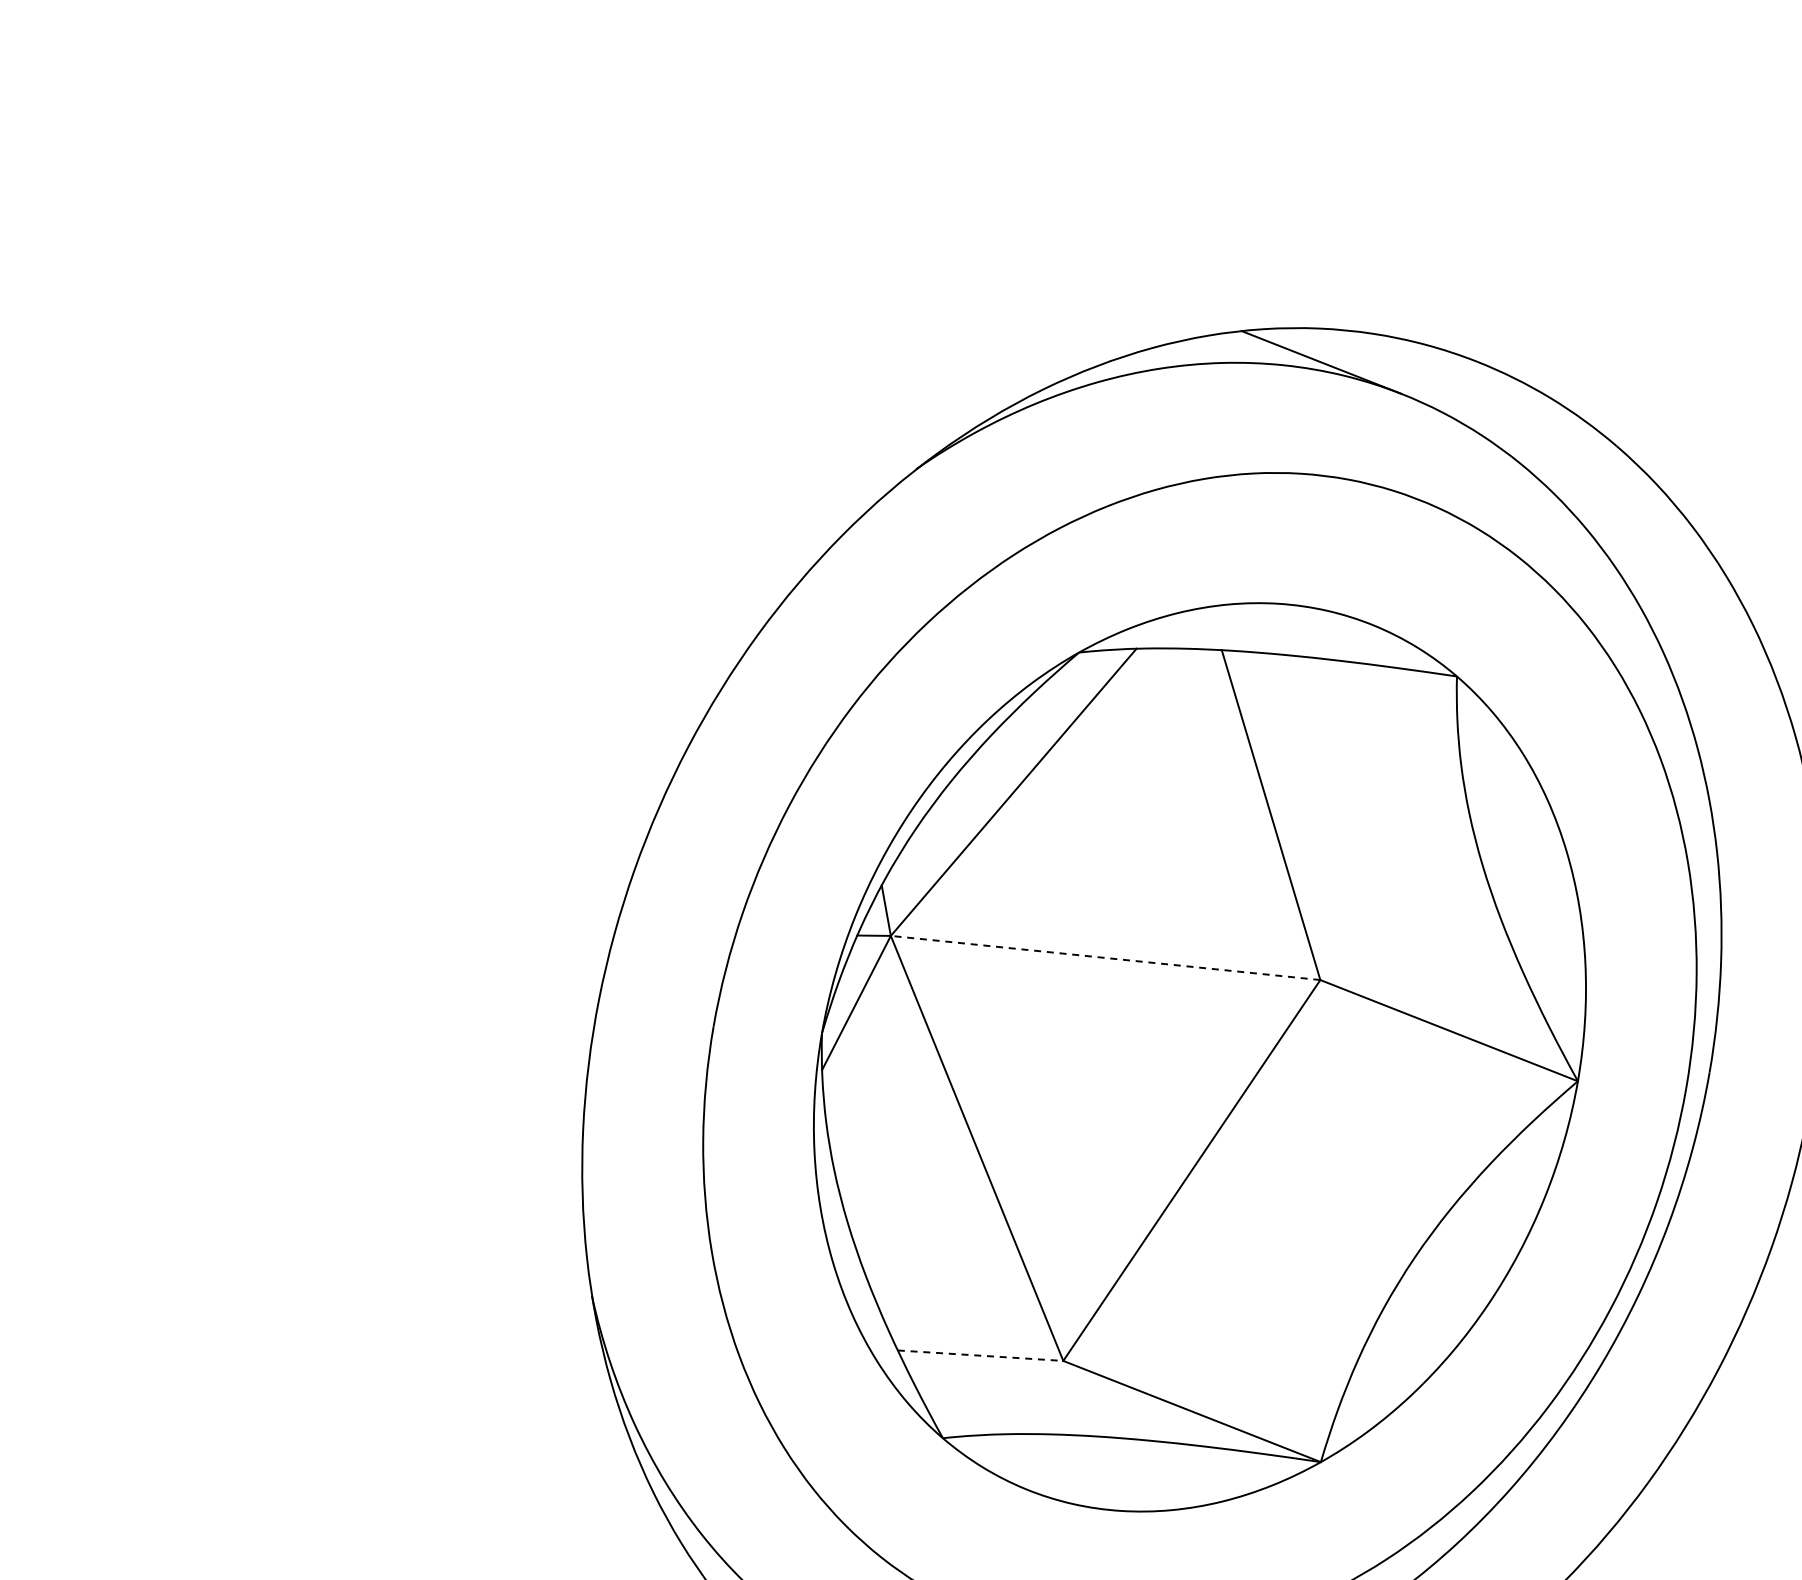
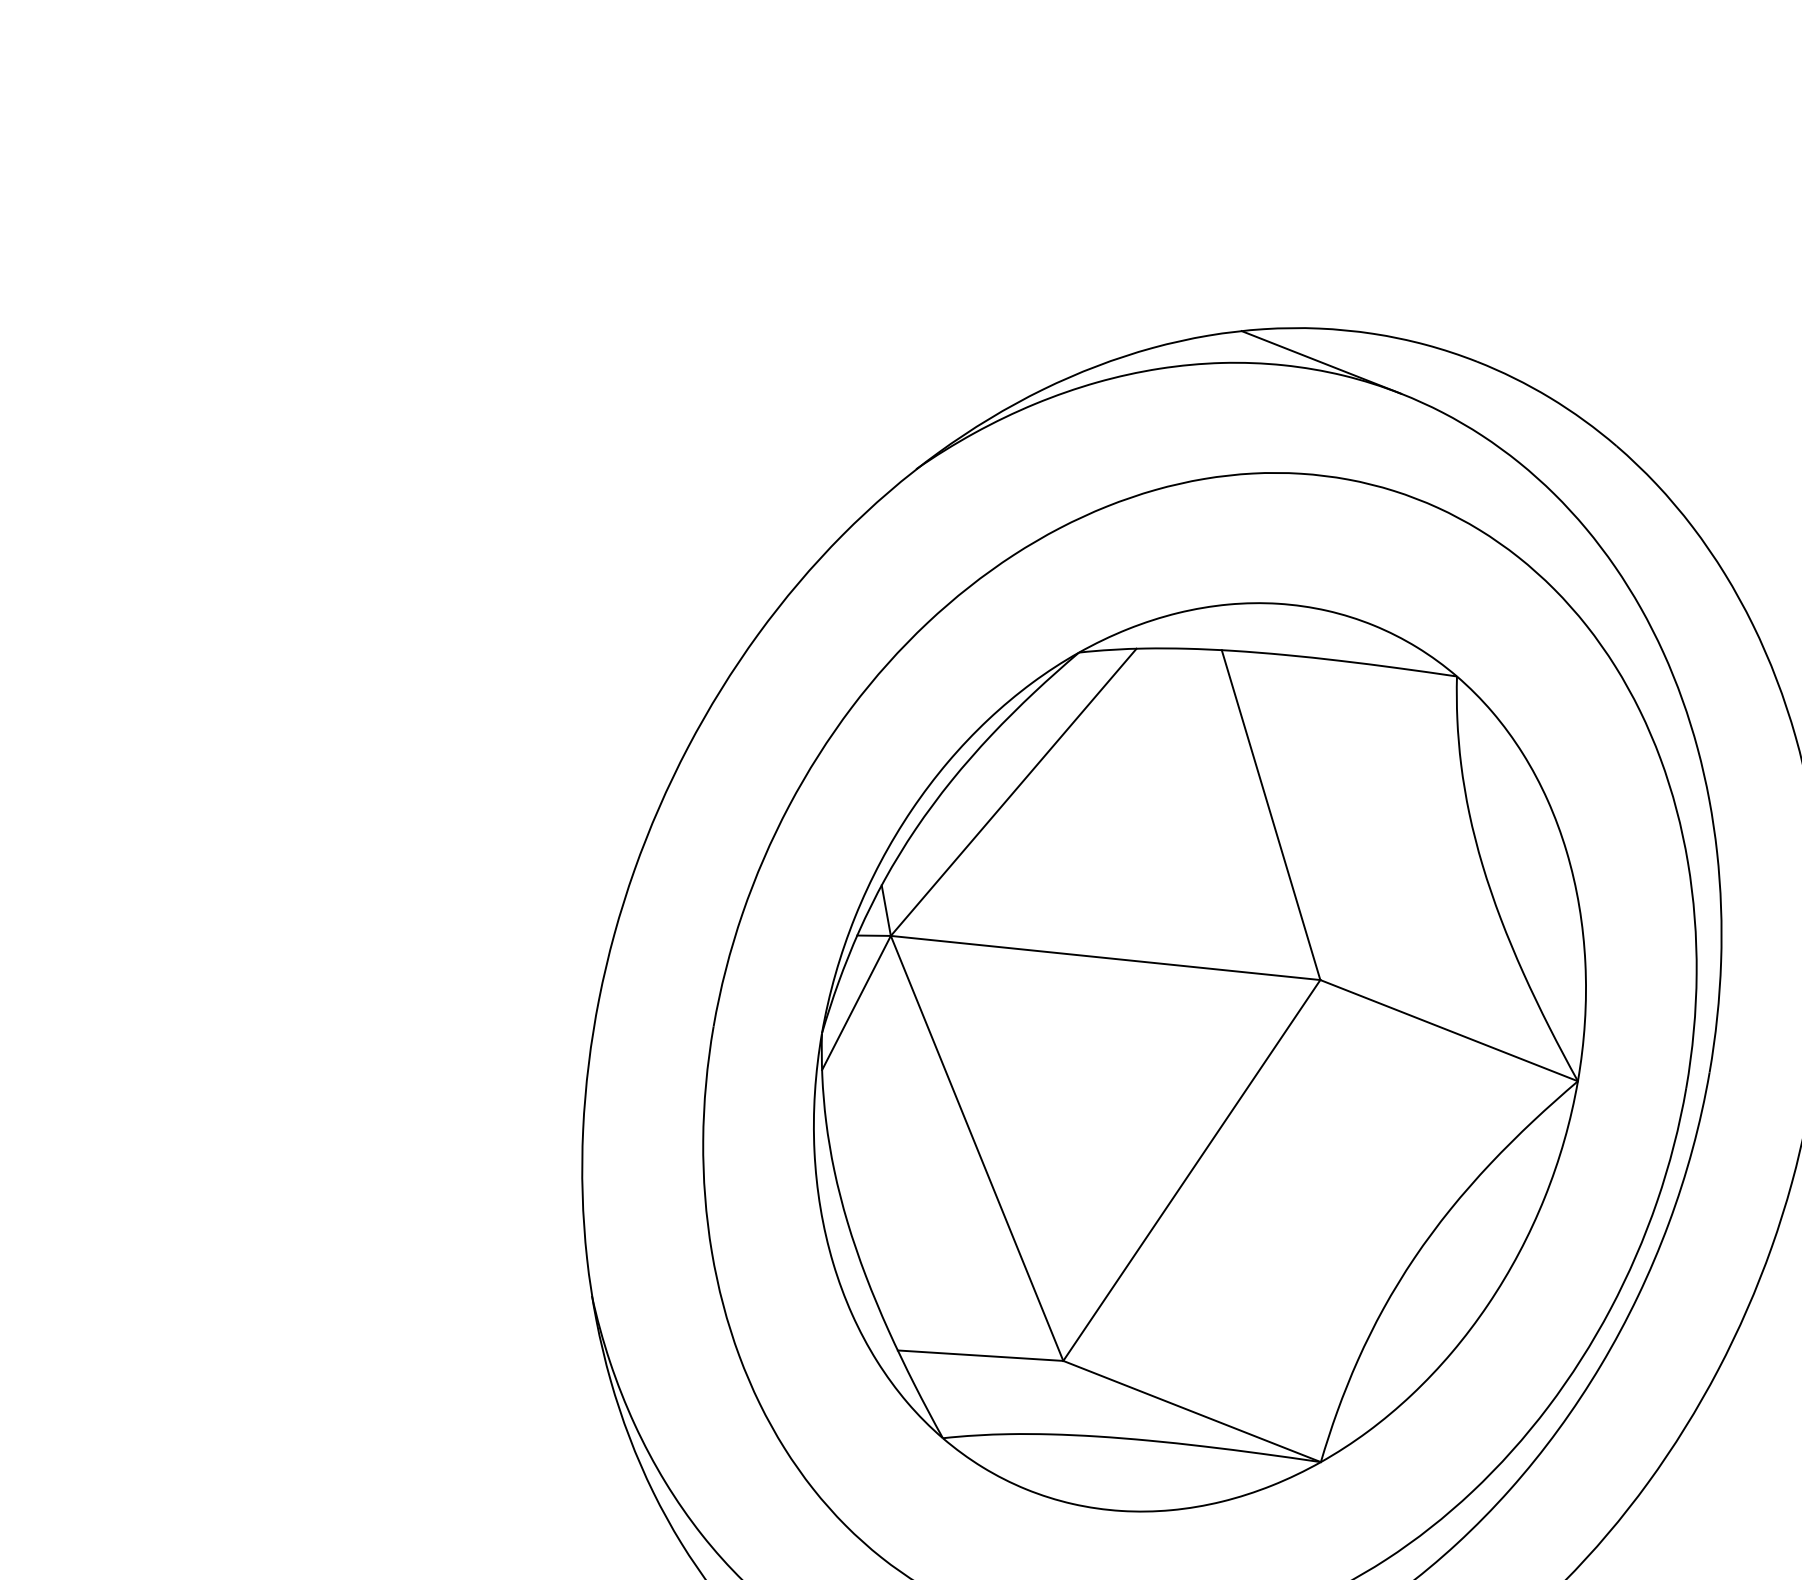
line at (1105, 957): dashed -> solid
line at (980, 1355): dashed -> solid
